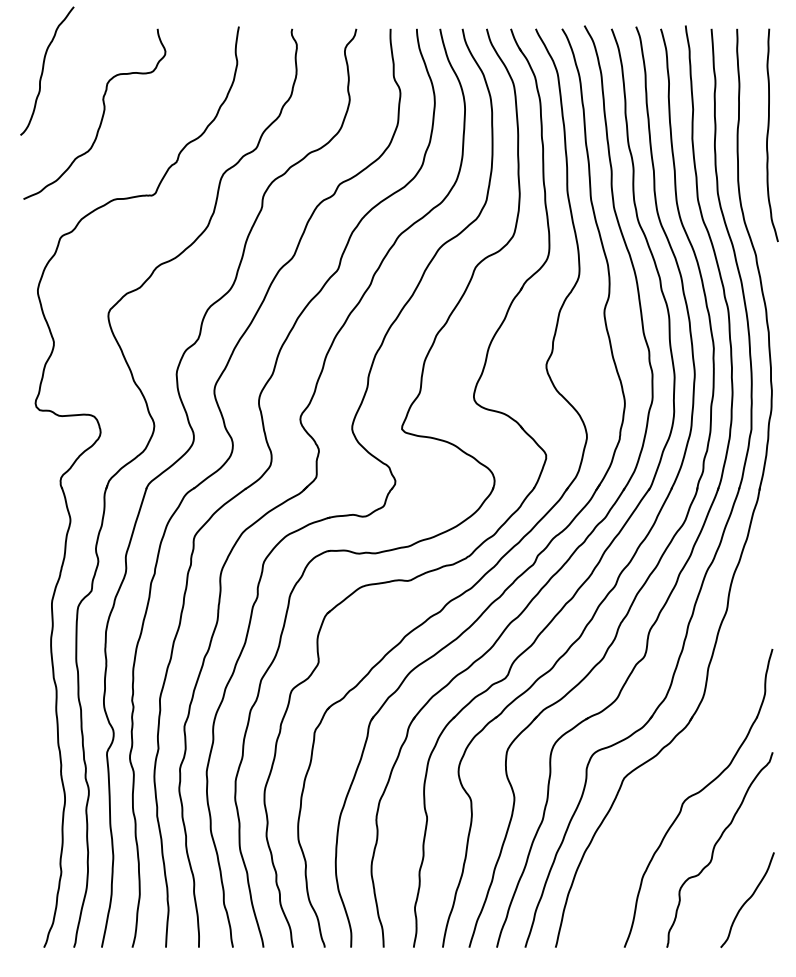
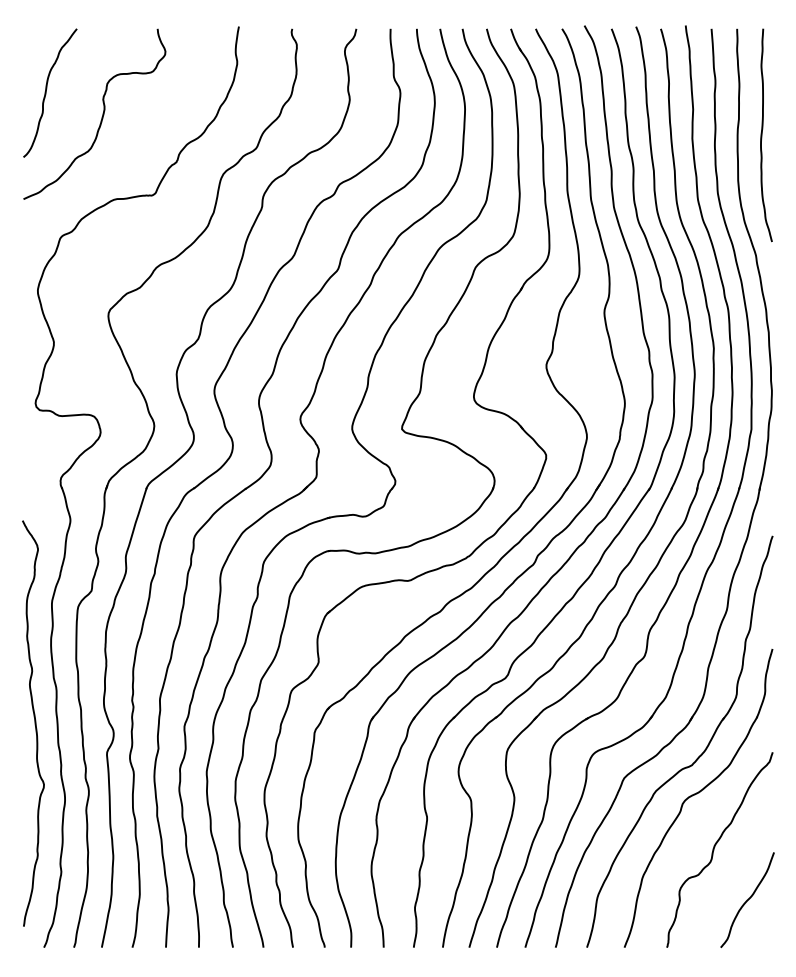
curve at (43, 70) position: (43, 70) -> (46, 92)
curve at (768, 135) position: (768, 135) -> (762, 135)
curve at (34, 723): none -> present
part at (696, 758): none -> present
